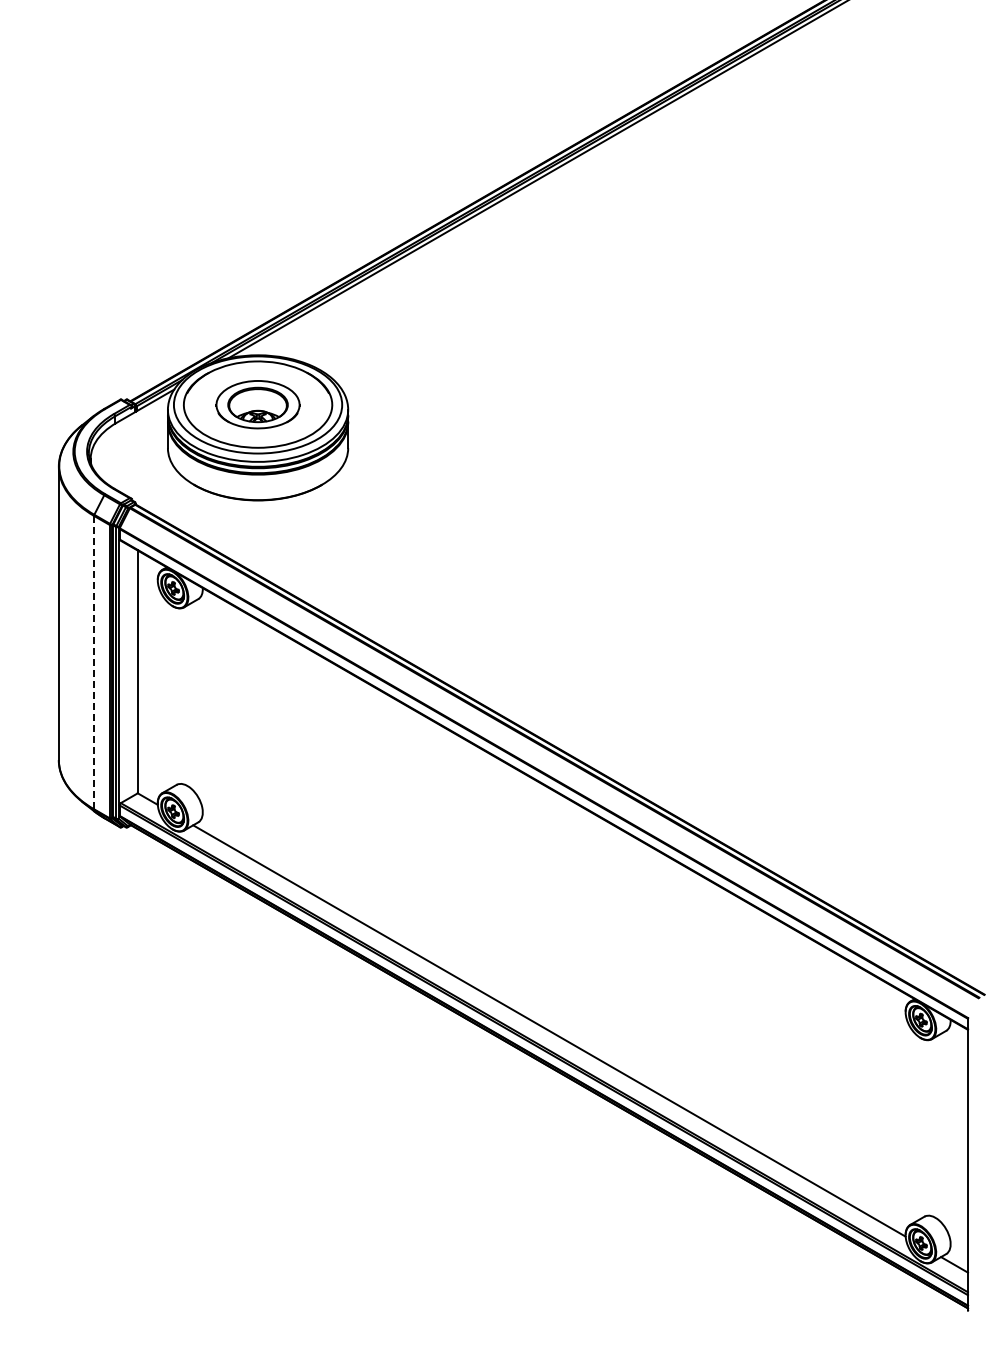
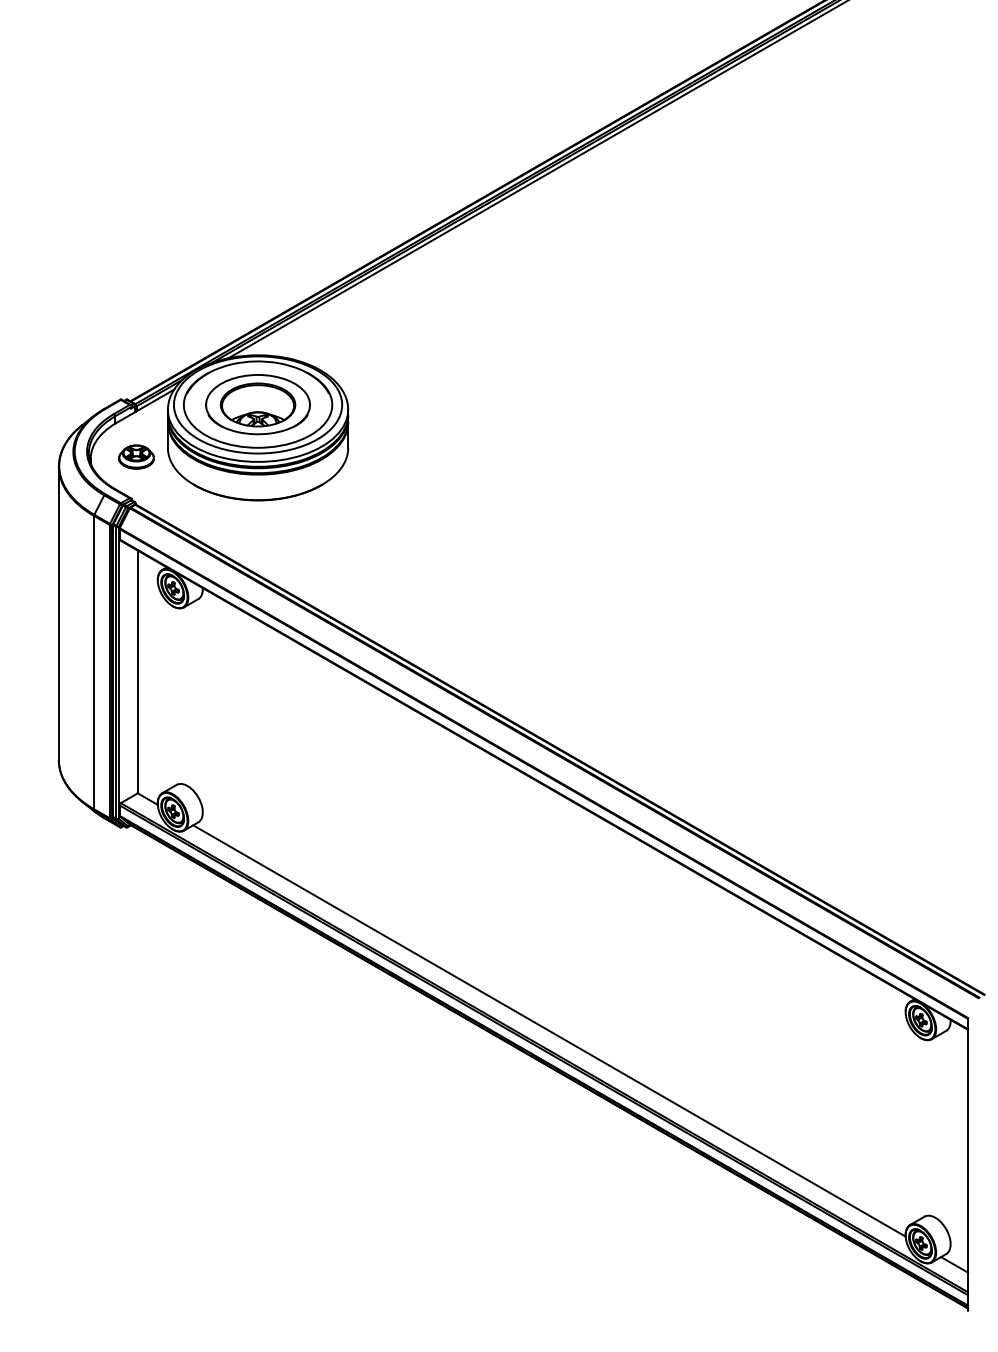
part at (257, 404) size: 86x50 px -> 106x62 px
part at (136, 456): none -> present
line at (94, 662): dashed -> solid
